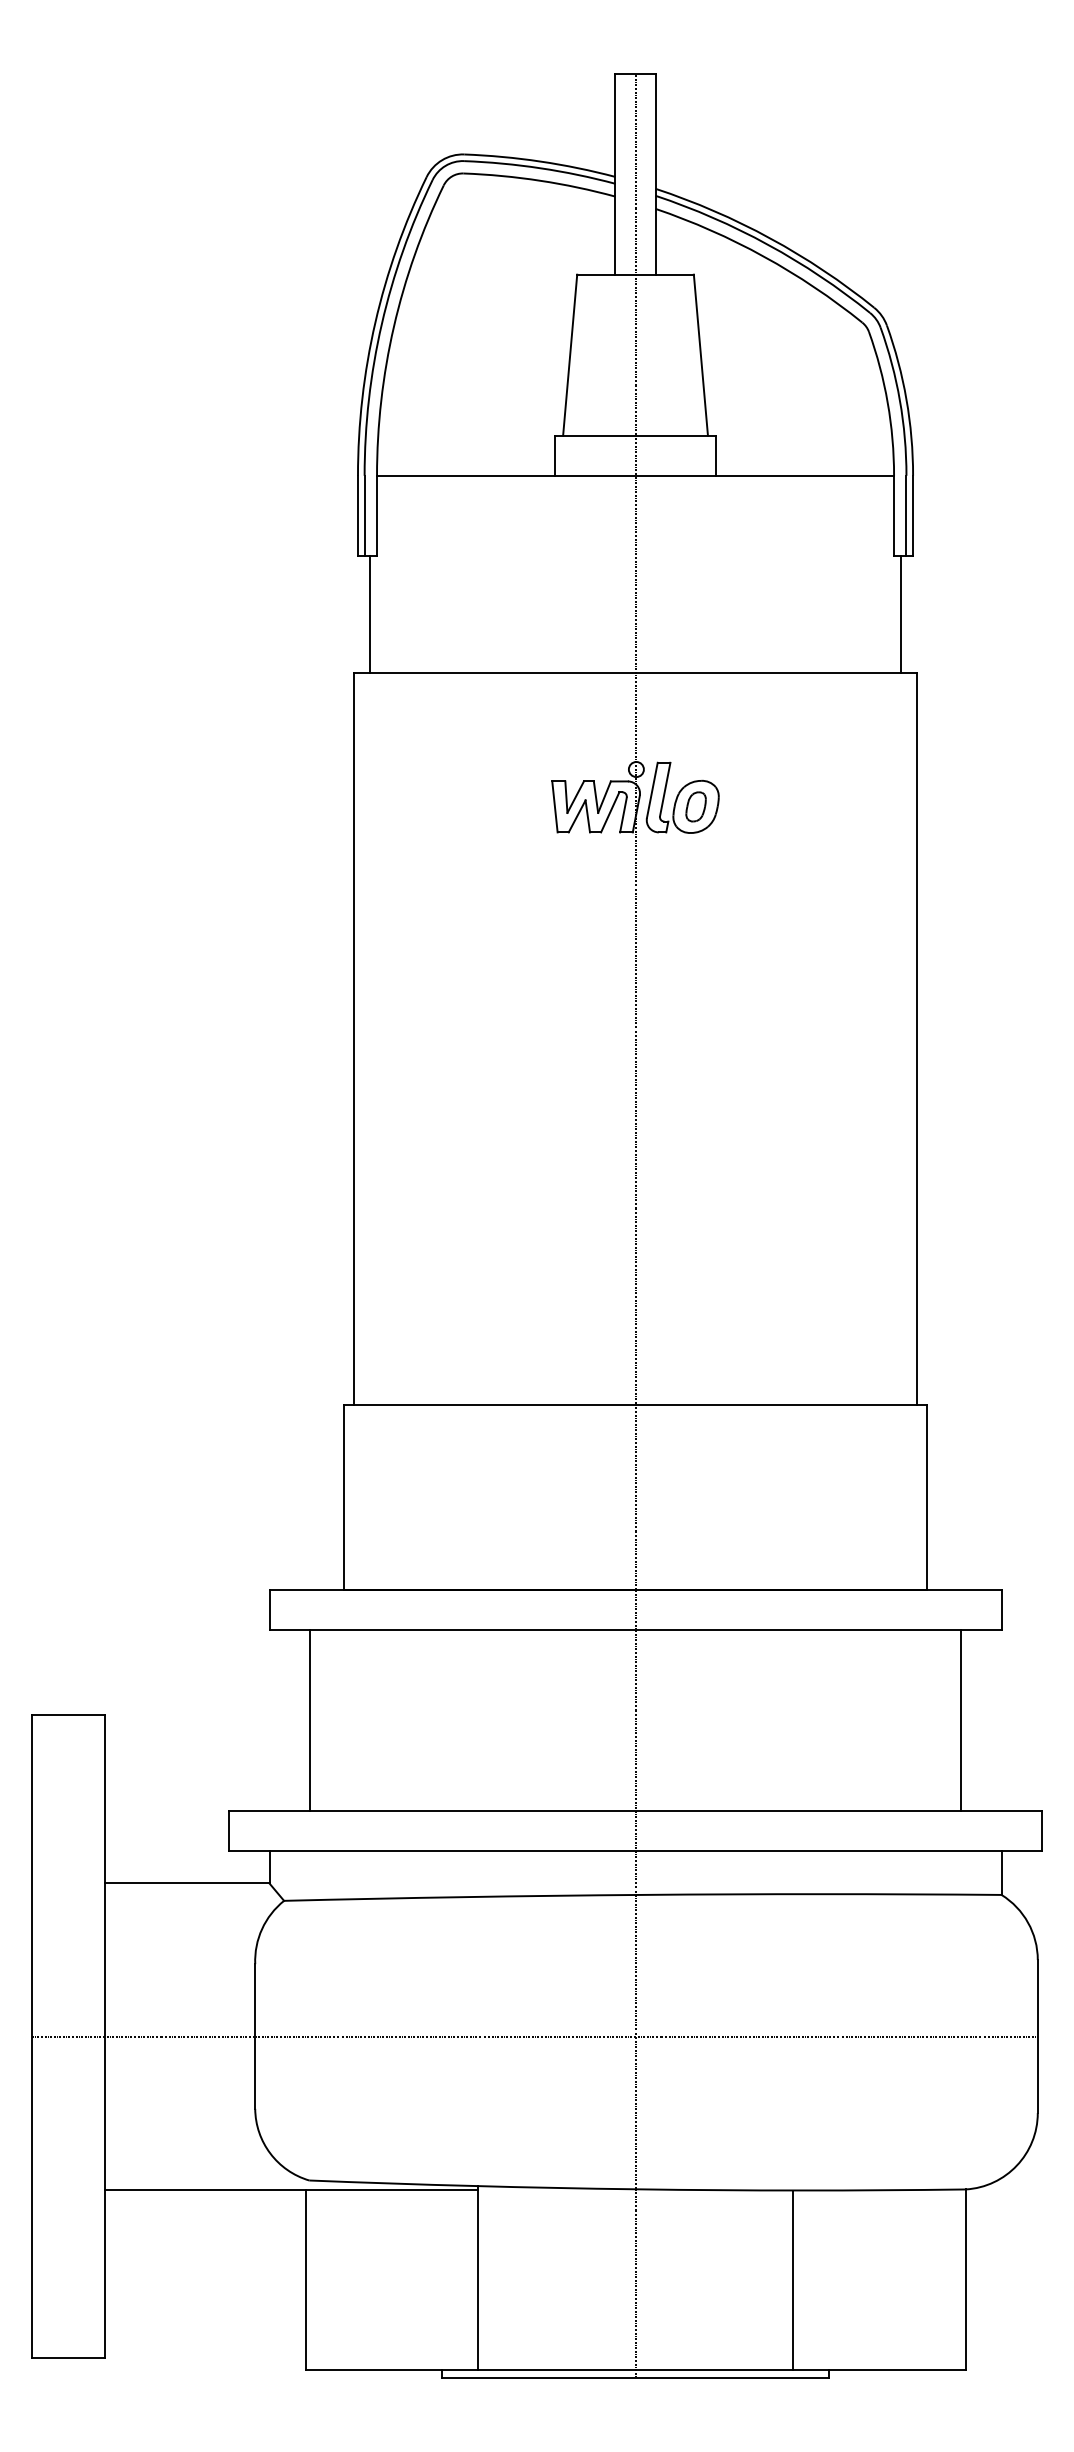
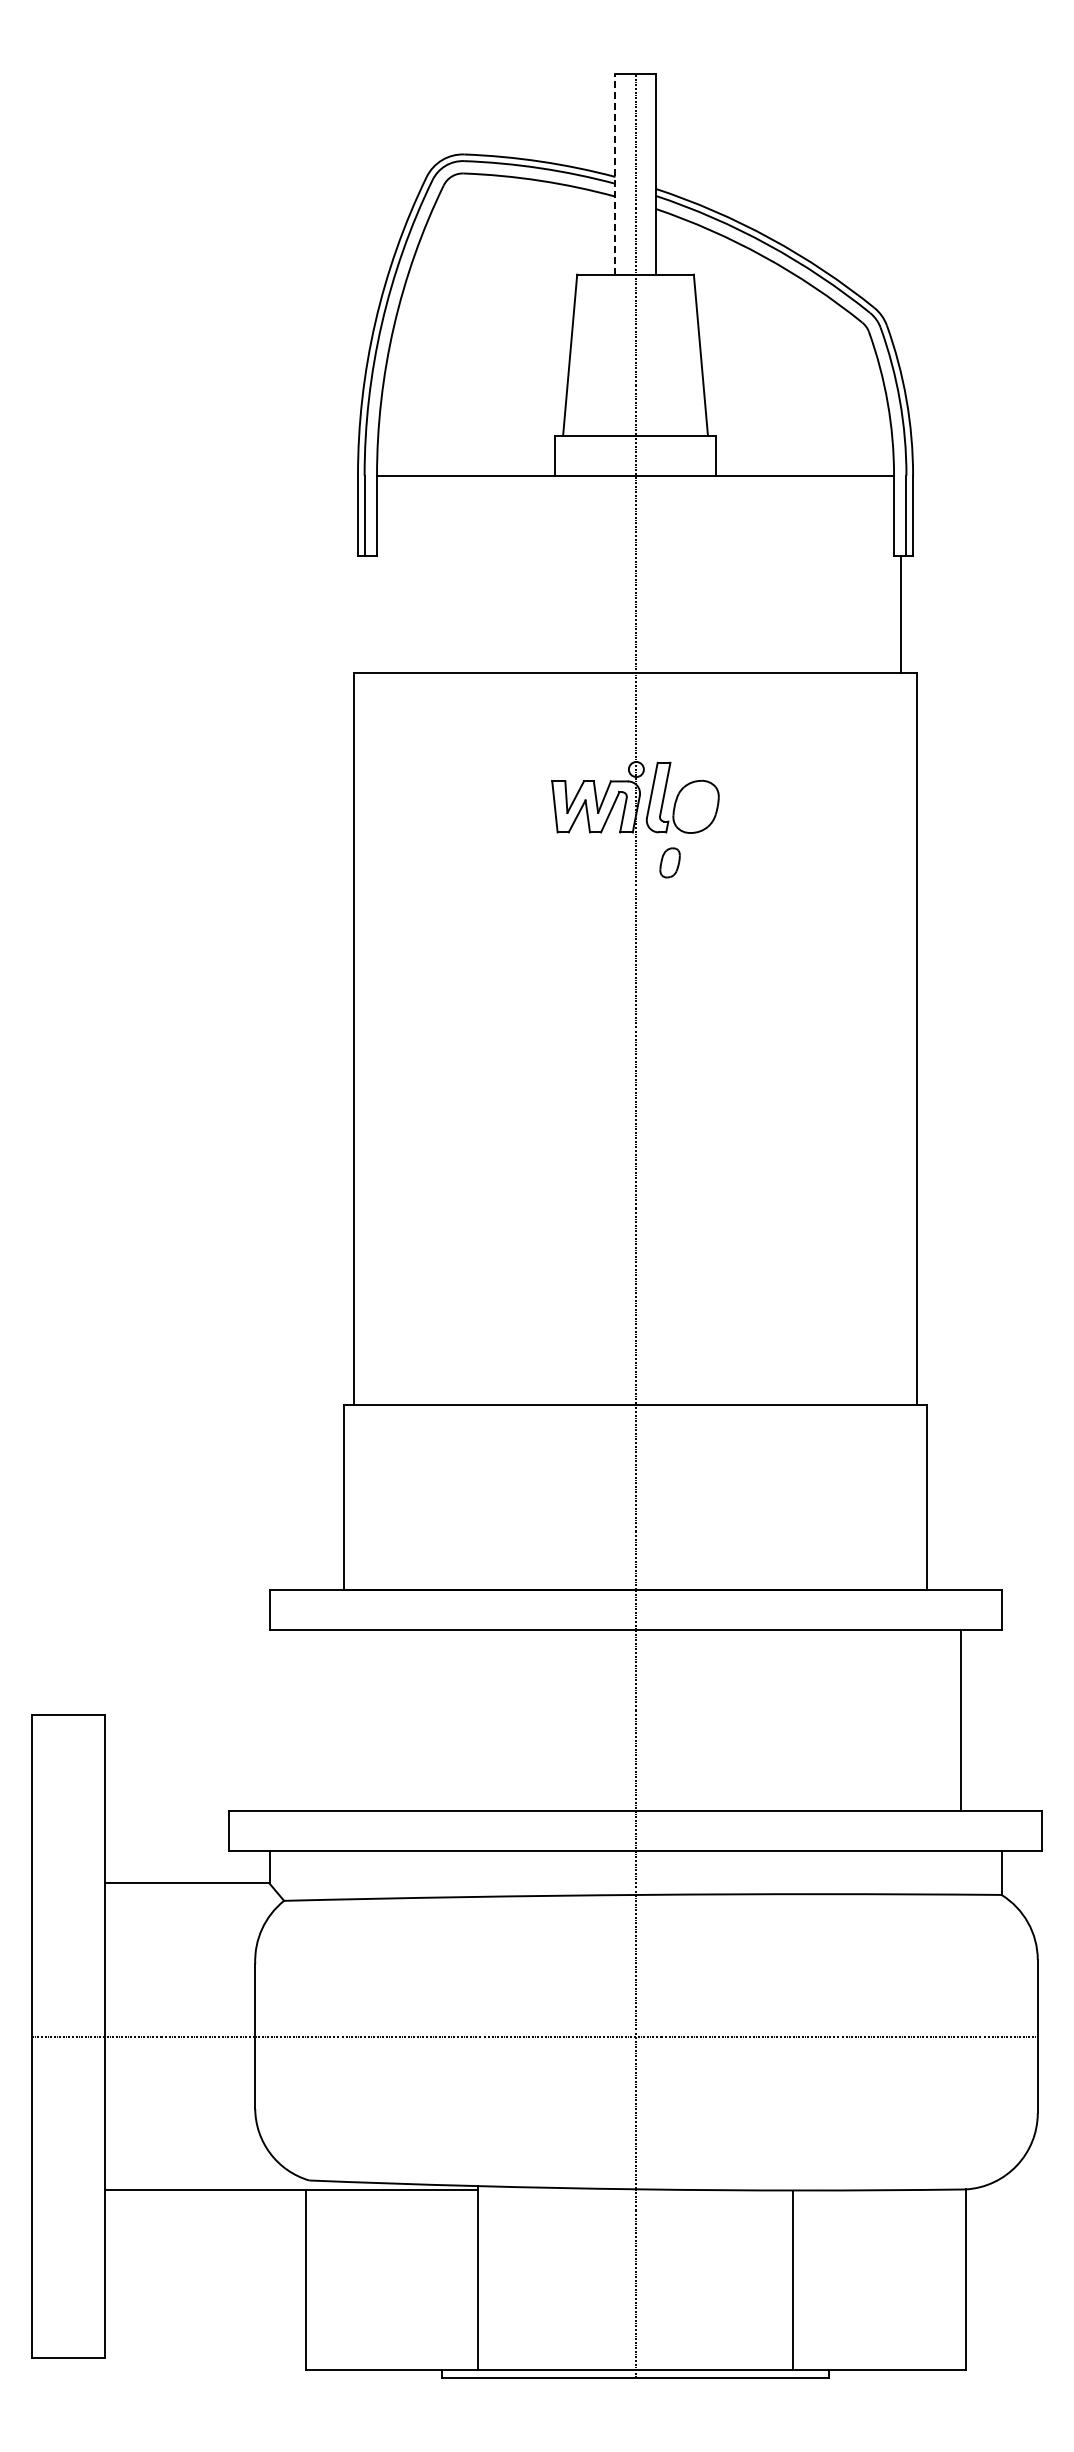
line at (615, 174): solid -> dashed
line at (370, 614): present -> none
part at (695, 806) position: (695, 806) -> (669, 862)
line at (309, 1720): present -> none
